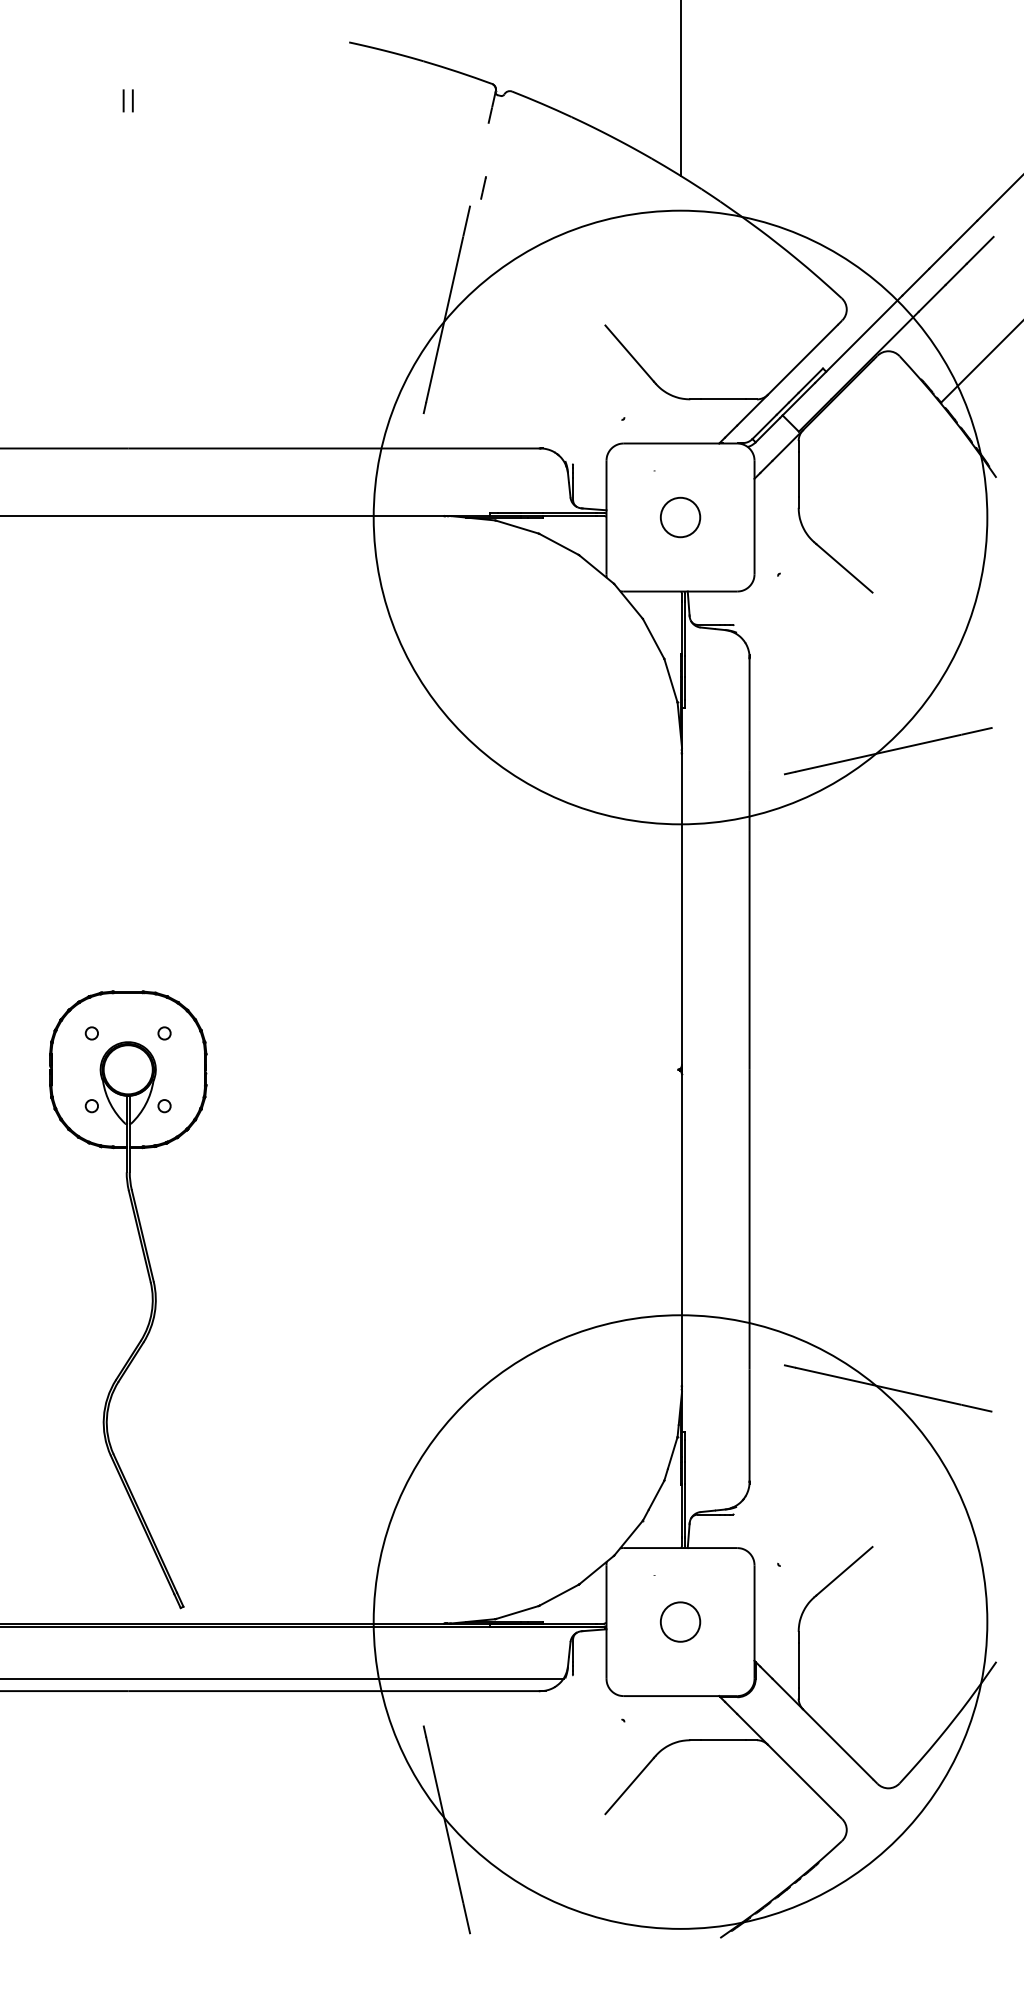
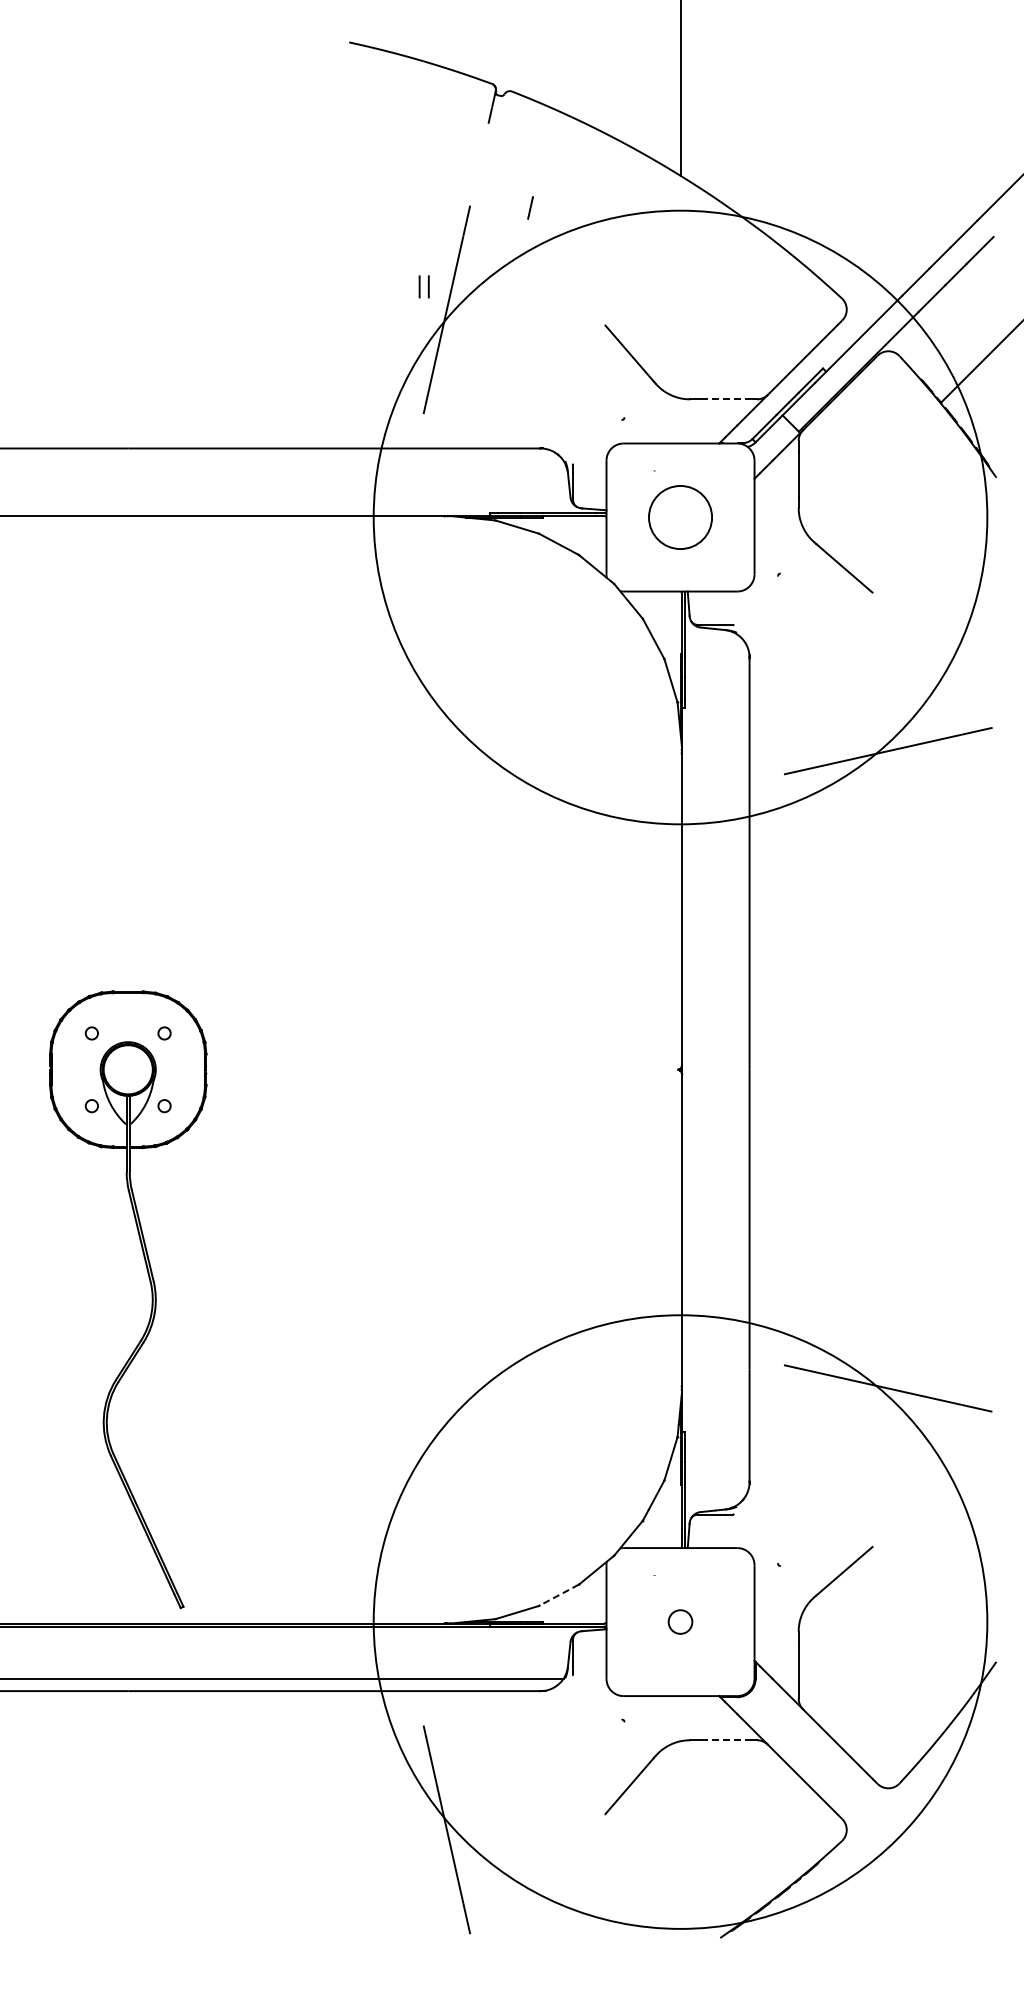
part at (127, 100) position: (127, 100) -> (423, 286)
line at (483, 187) position: (483, 187) -> (530, 207)
line at (723, 399): solid -> dashed
circle at (680, 517) diameter: 39 px -> 63 px
line at (558, 1595): solid -> dashed
circle at (680, 1621) size: 43x42 px -> 27x26 px
line at (723, 1740): solid -> dashed
